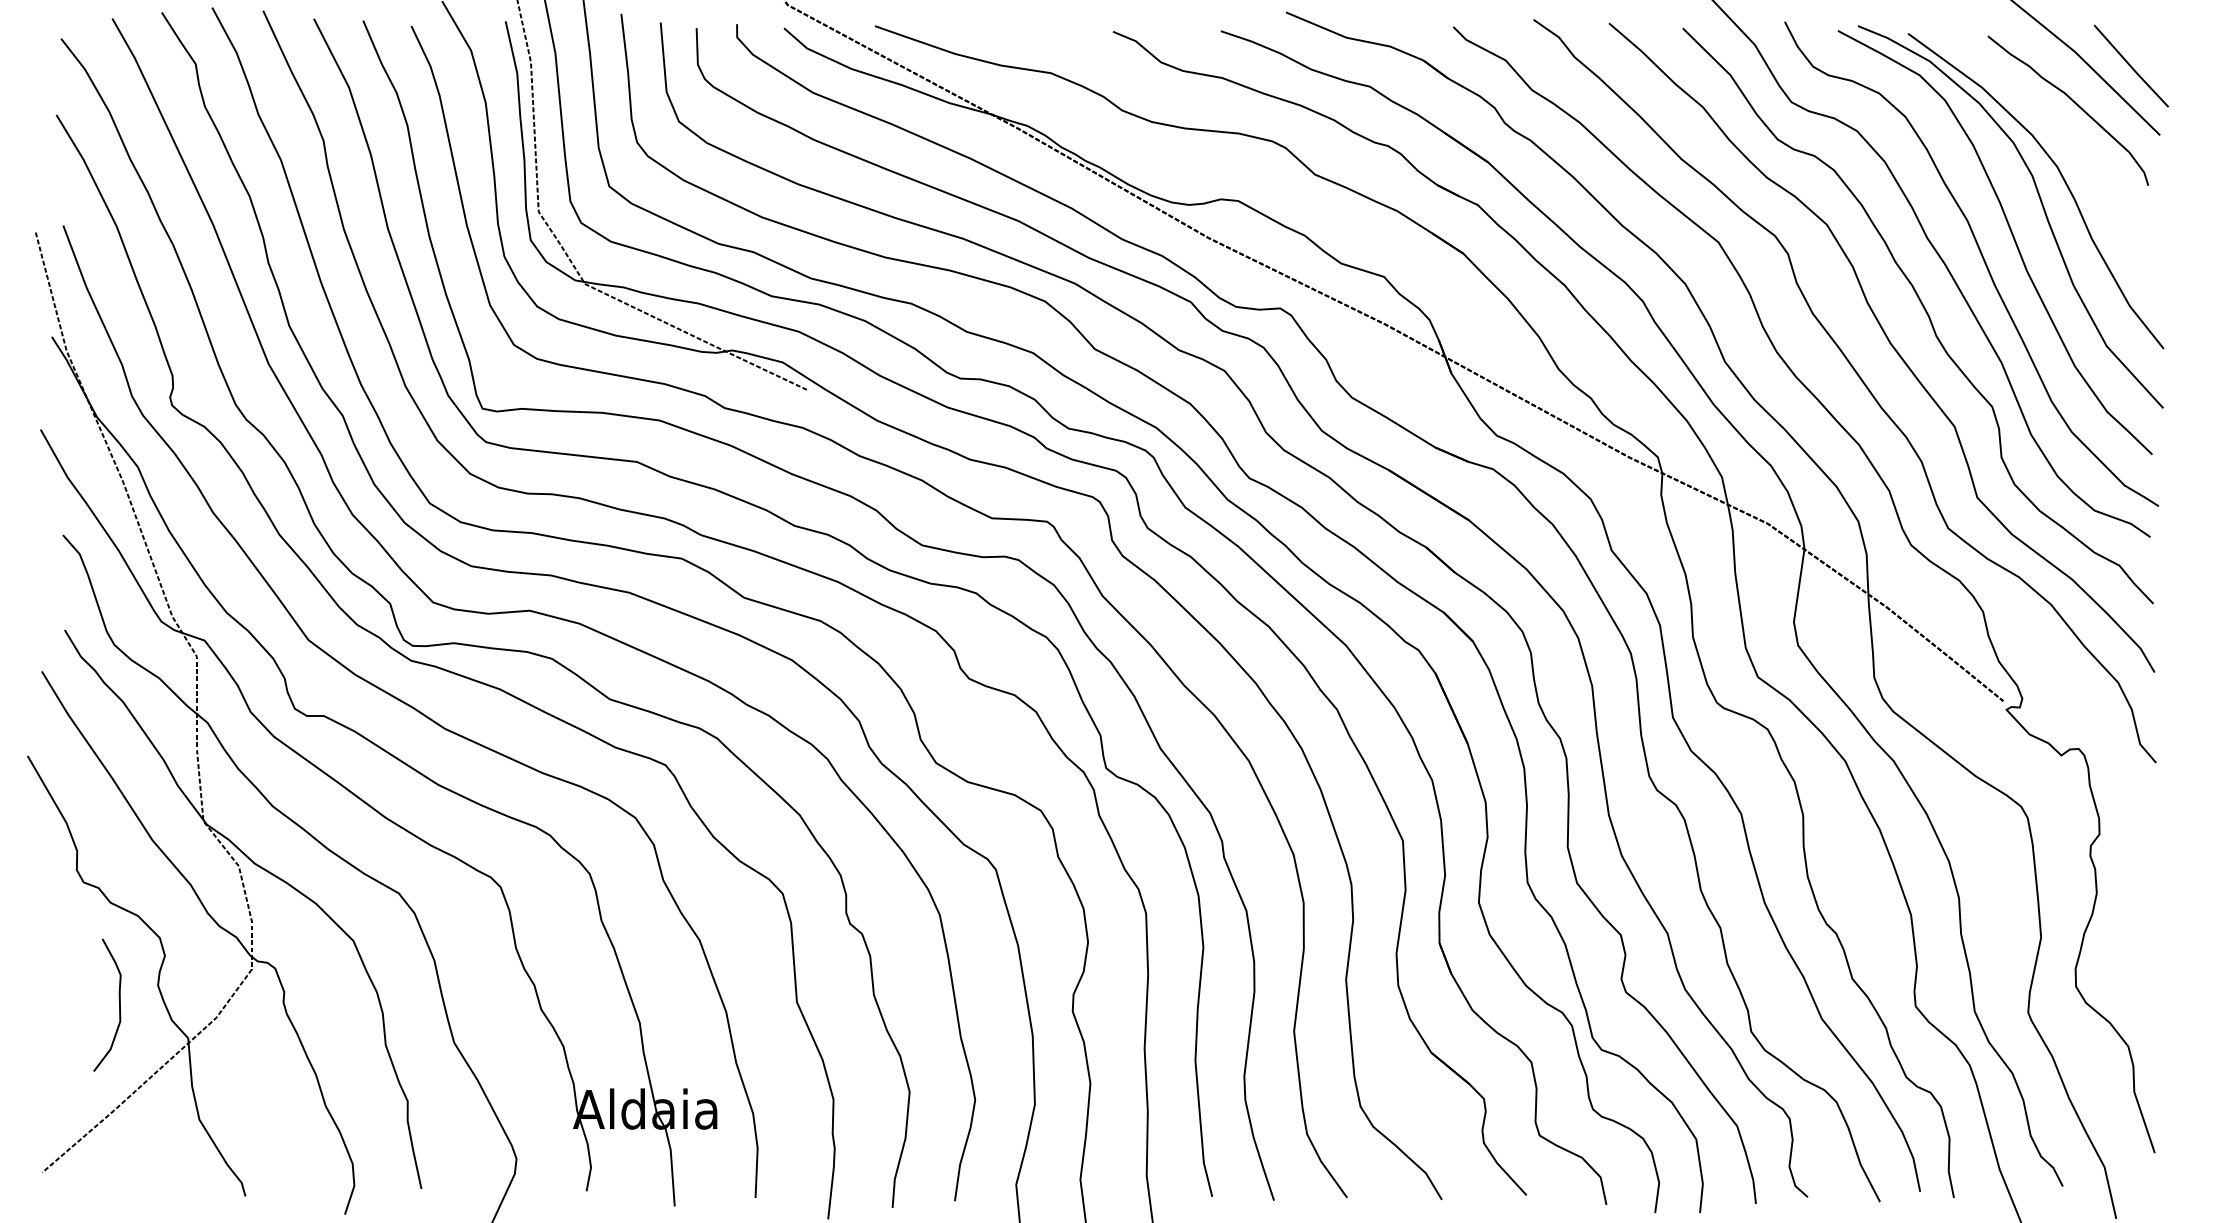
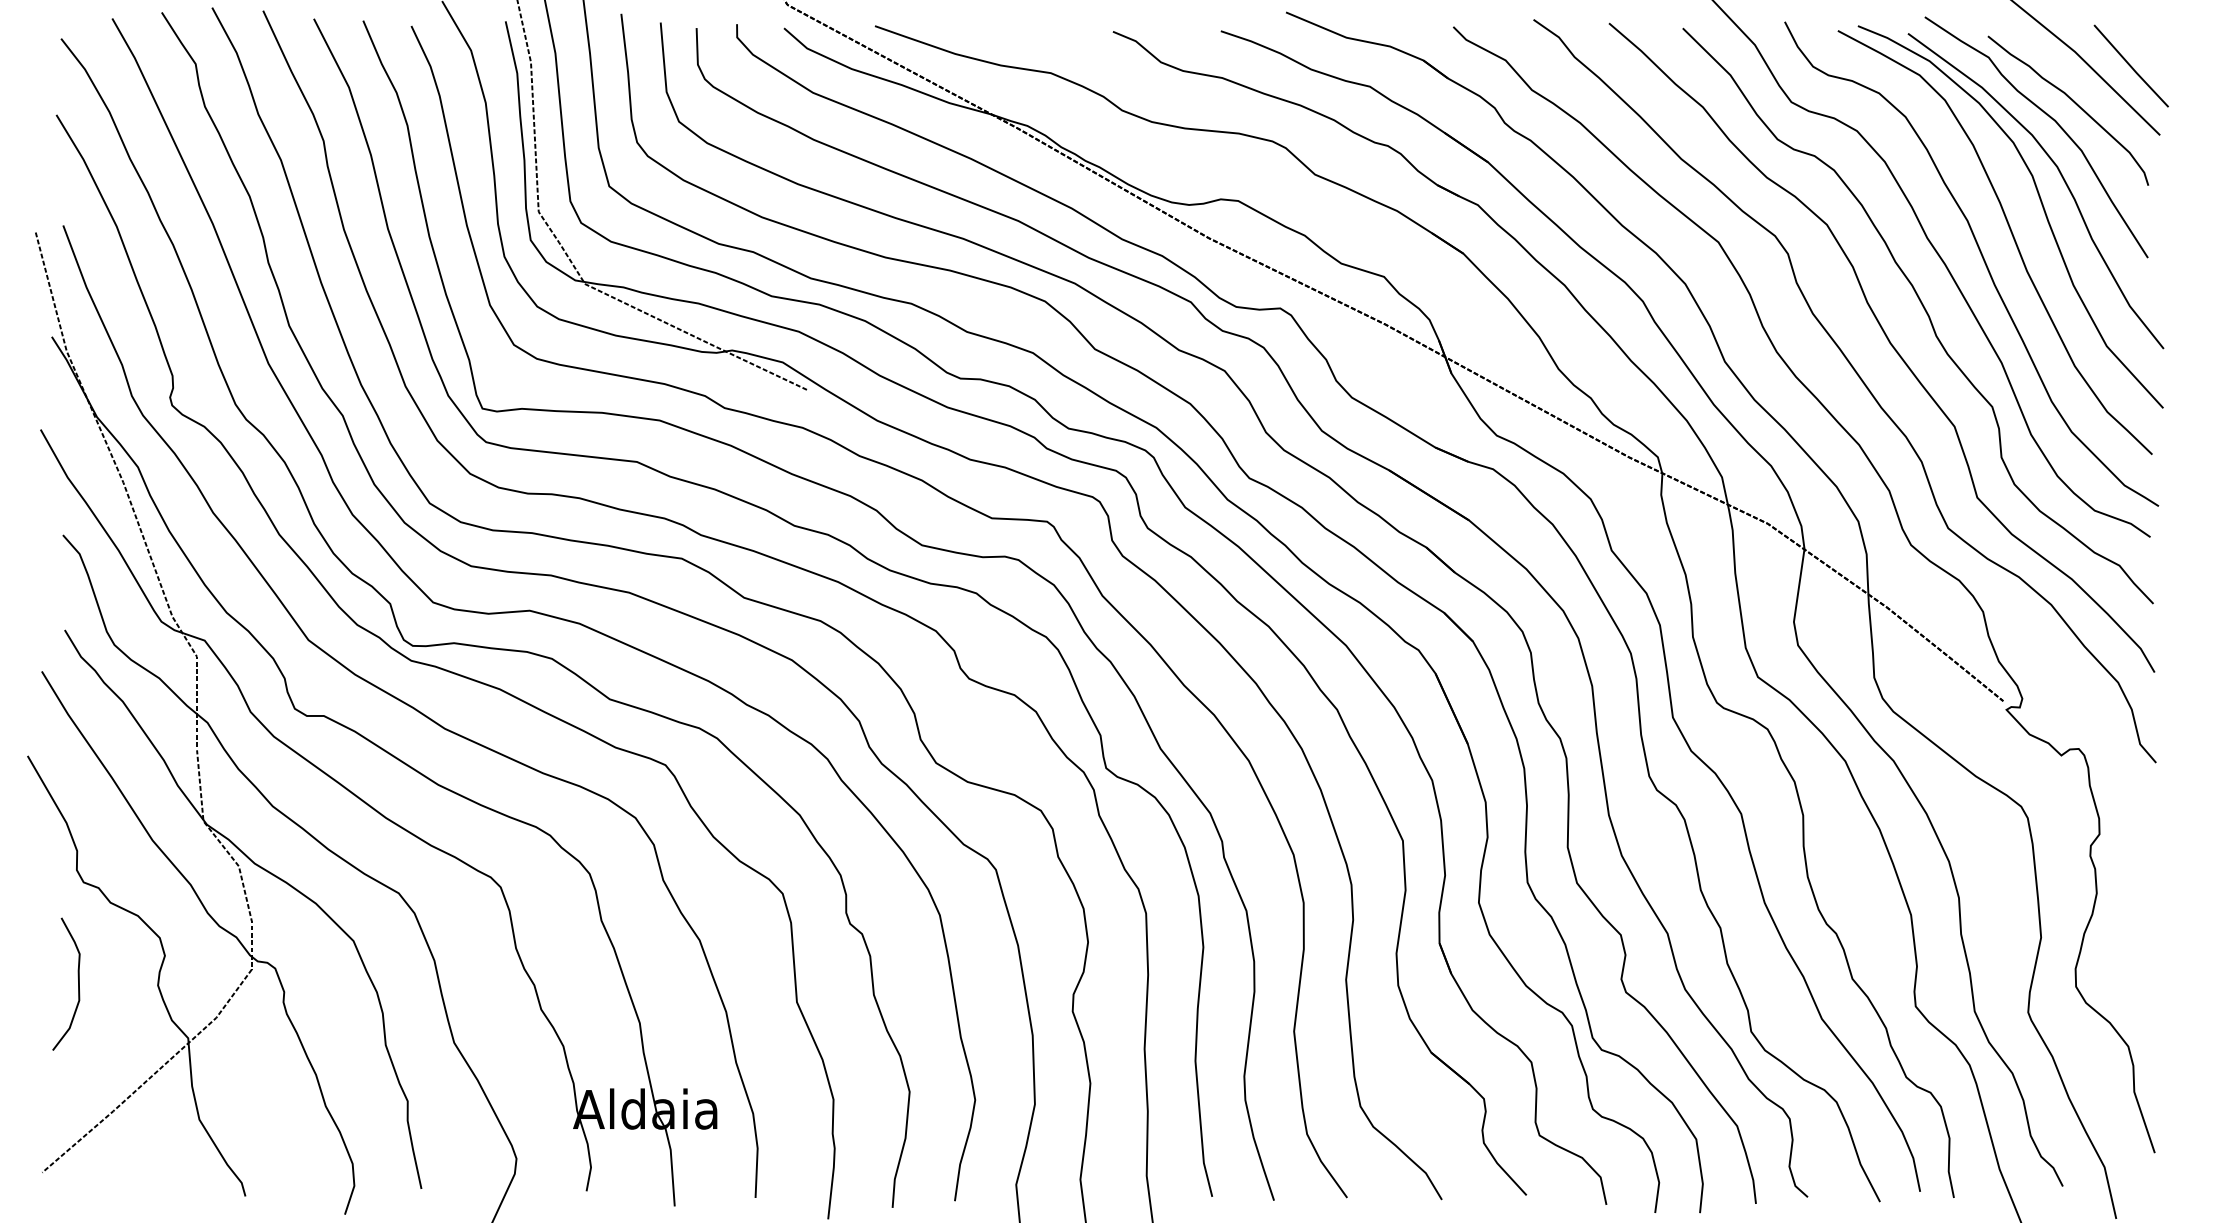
part at (2051, 119): none -> present
curve at (119, 1004) position: (119, 1004) -> (78, 983)
